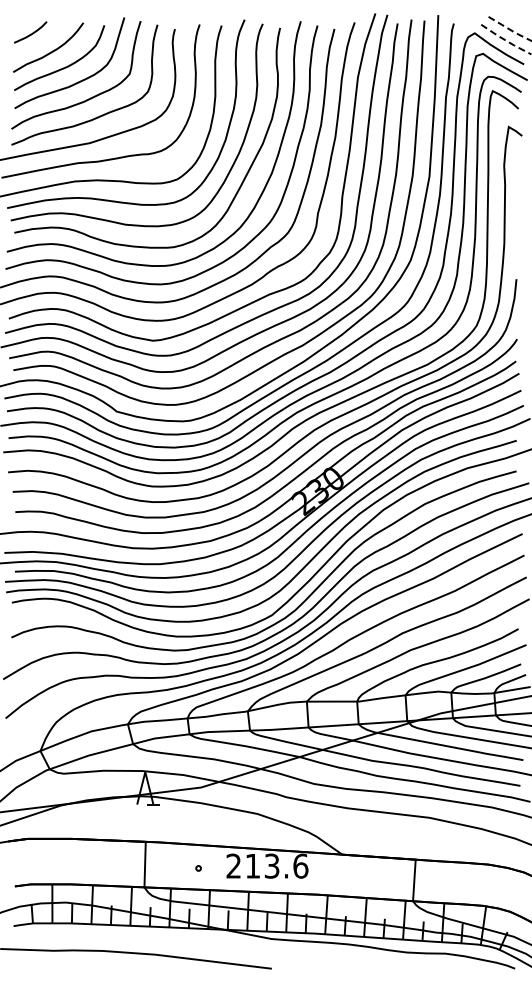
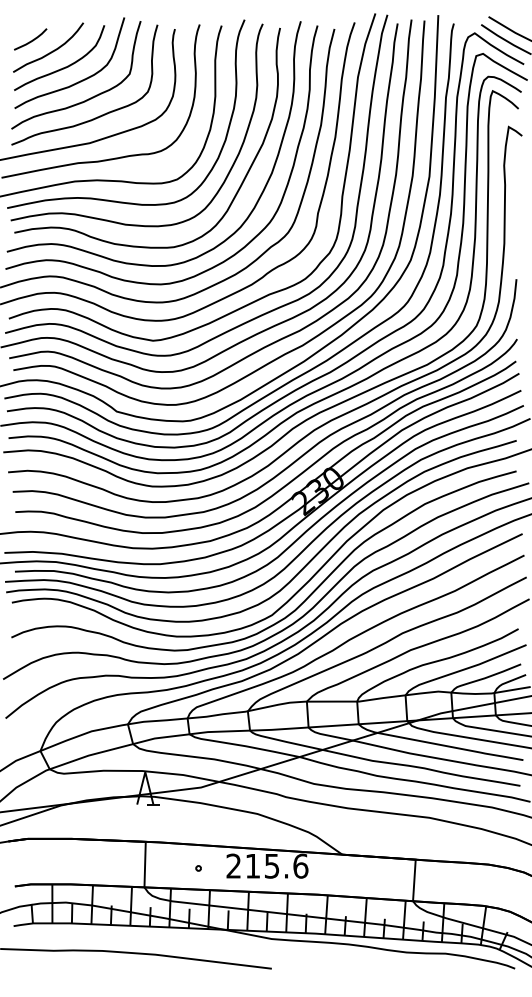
line at (510, 29): dashed -> solid
curve at (30, 33) position: (30, 33) -> (30, 40)
line at (505, 40): dashed -> solid
text at (272, 865): 213.6 -> 215.6
